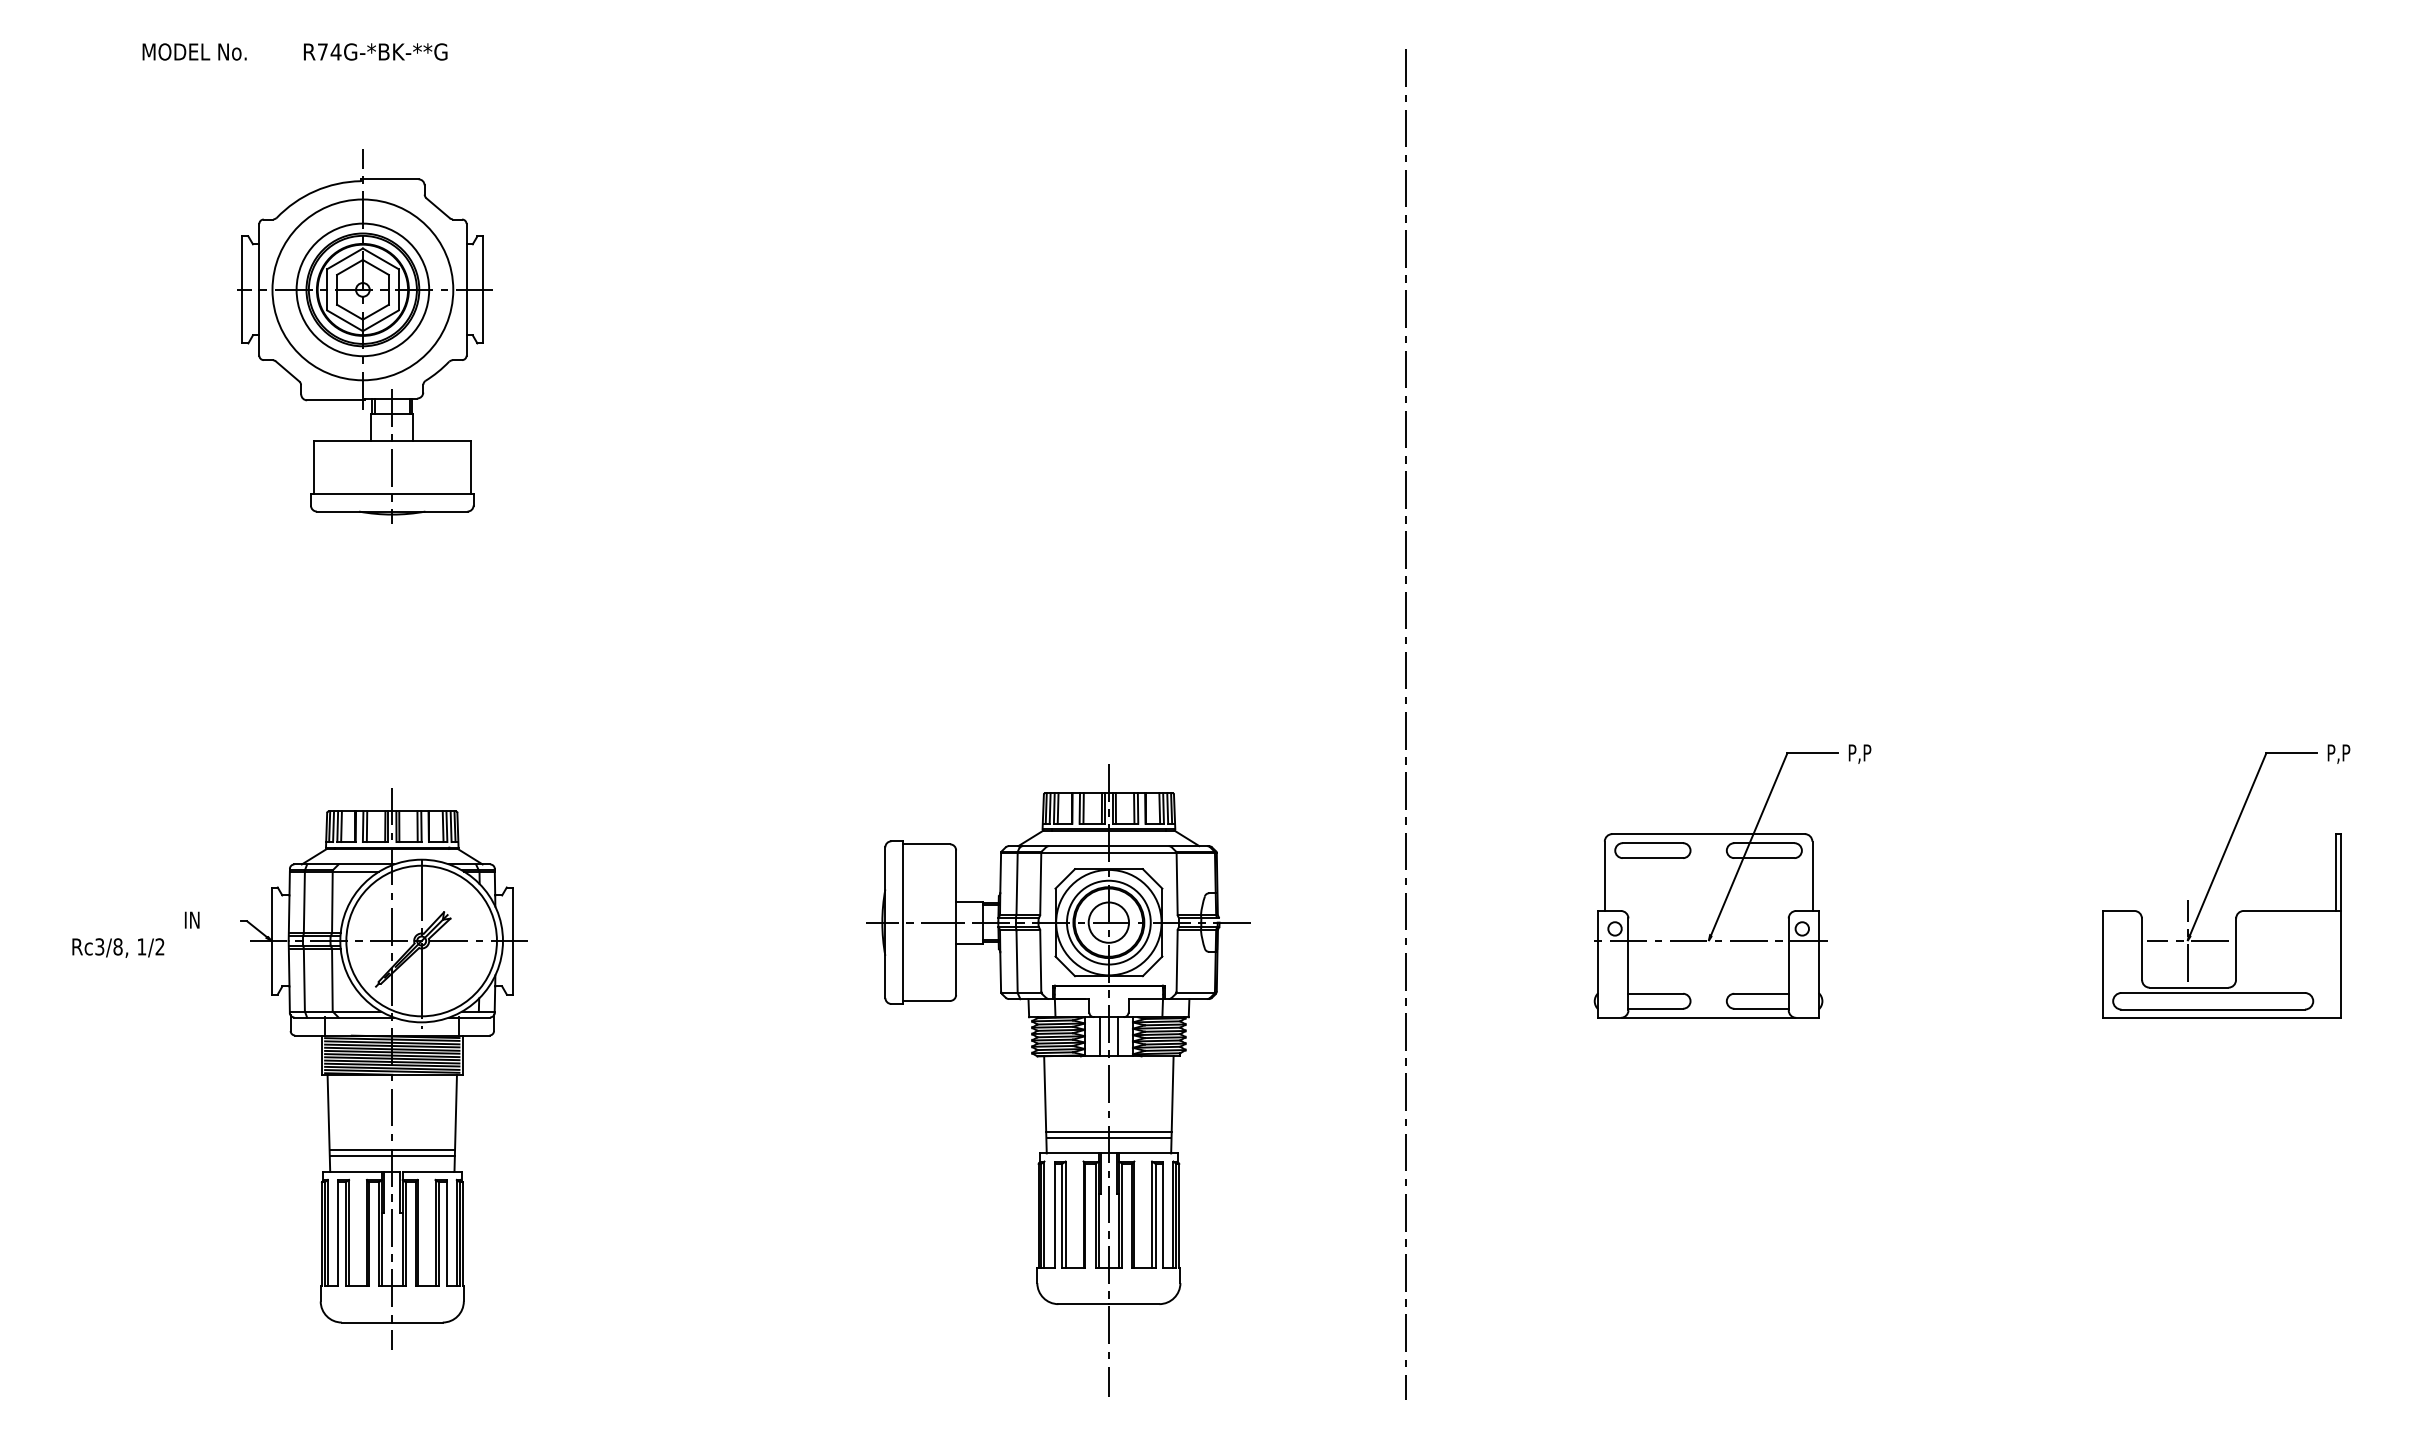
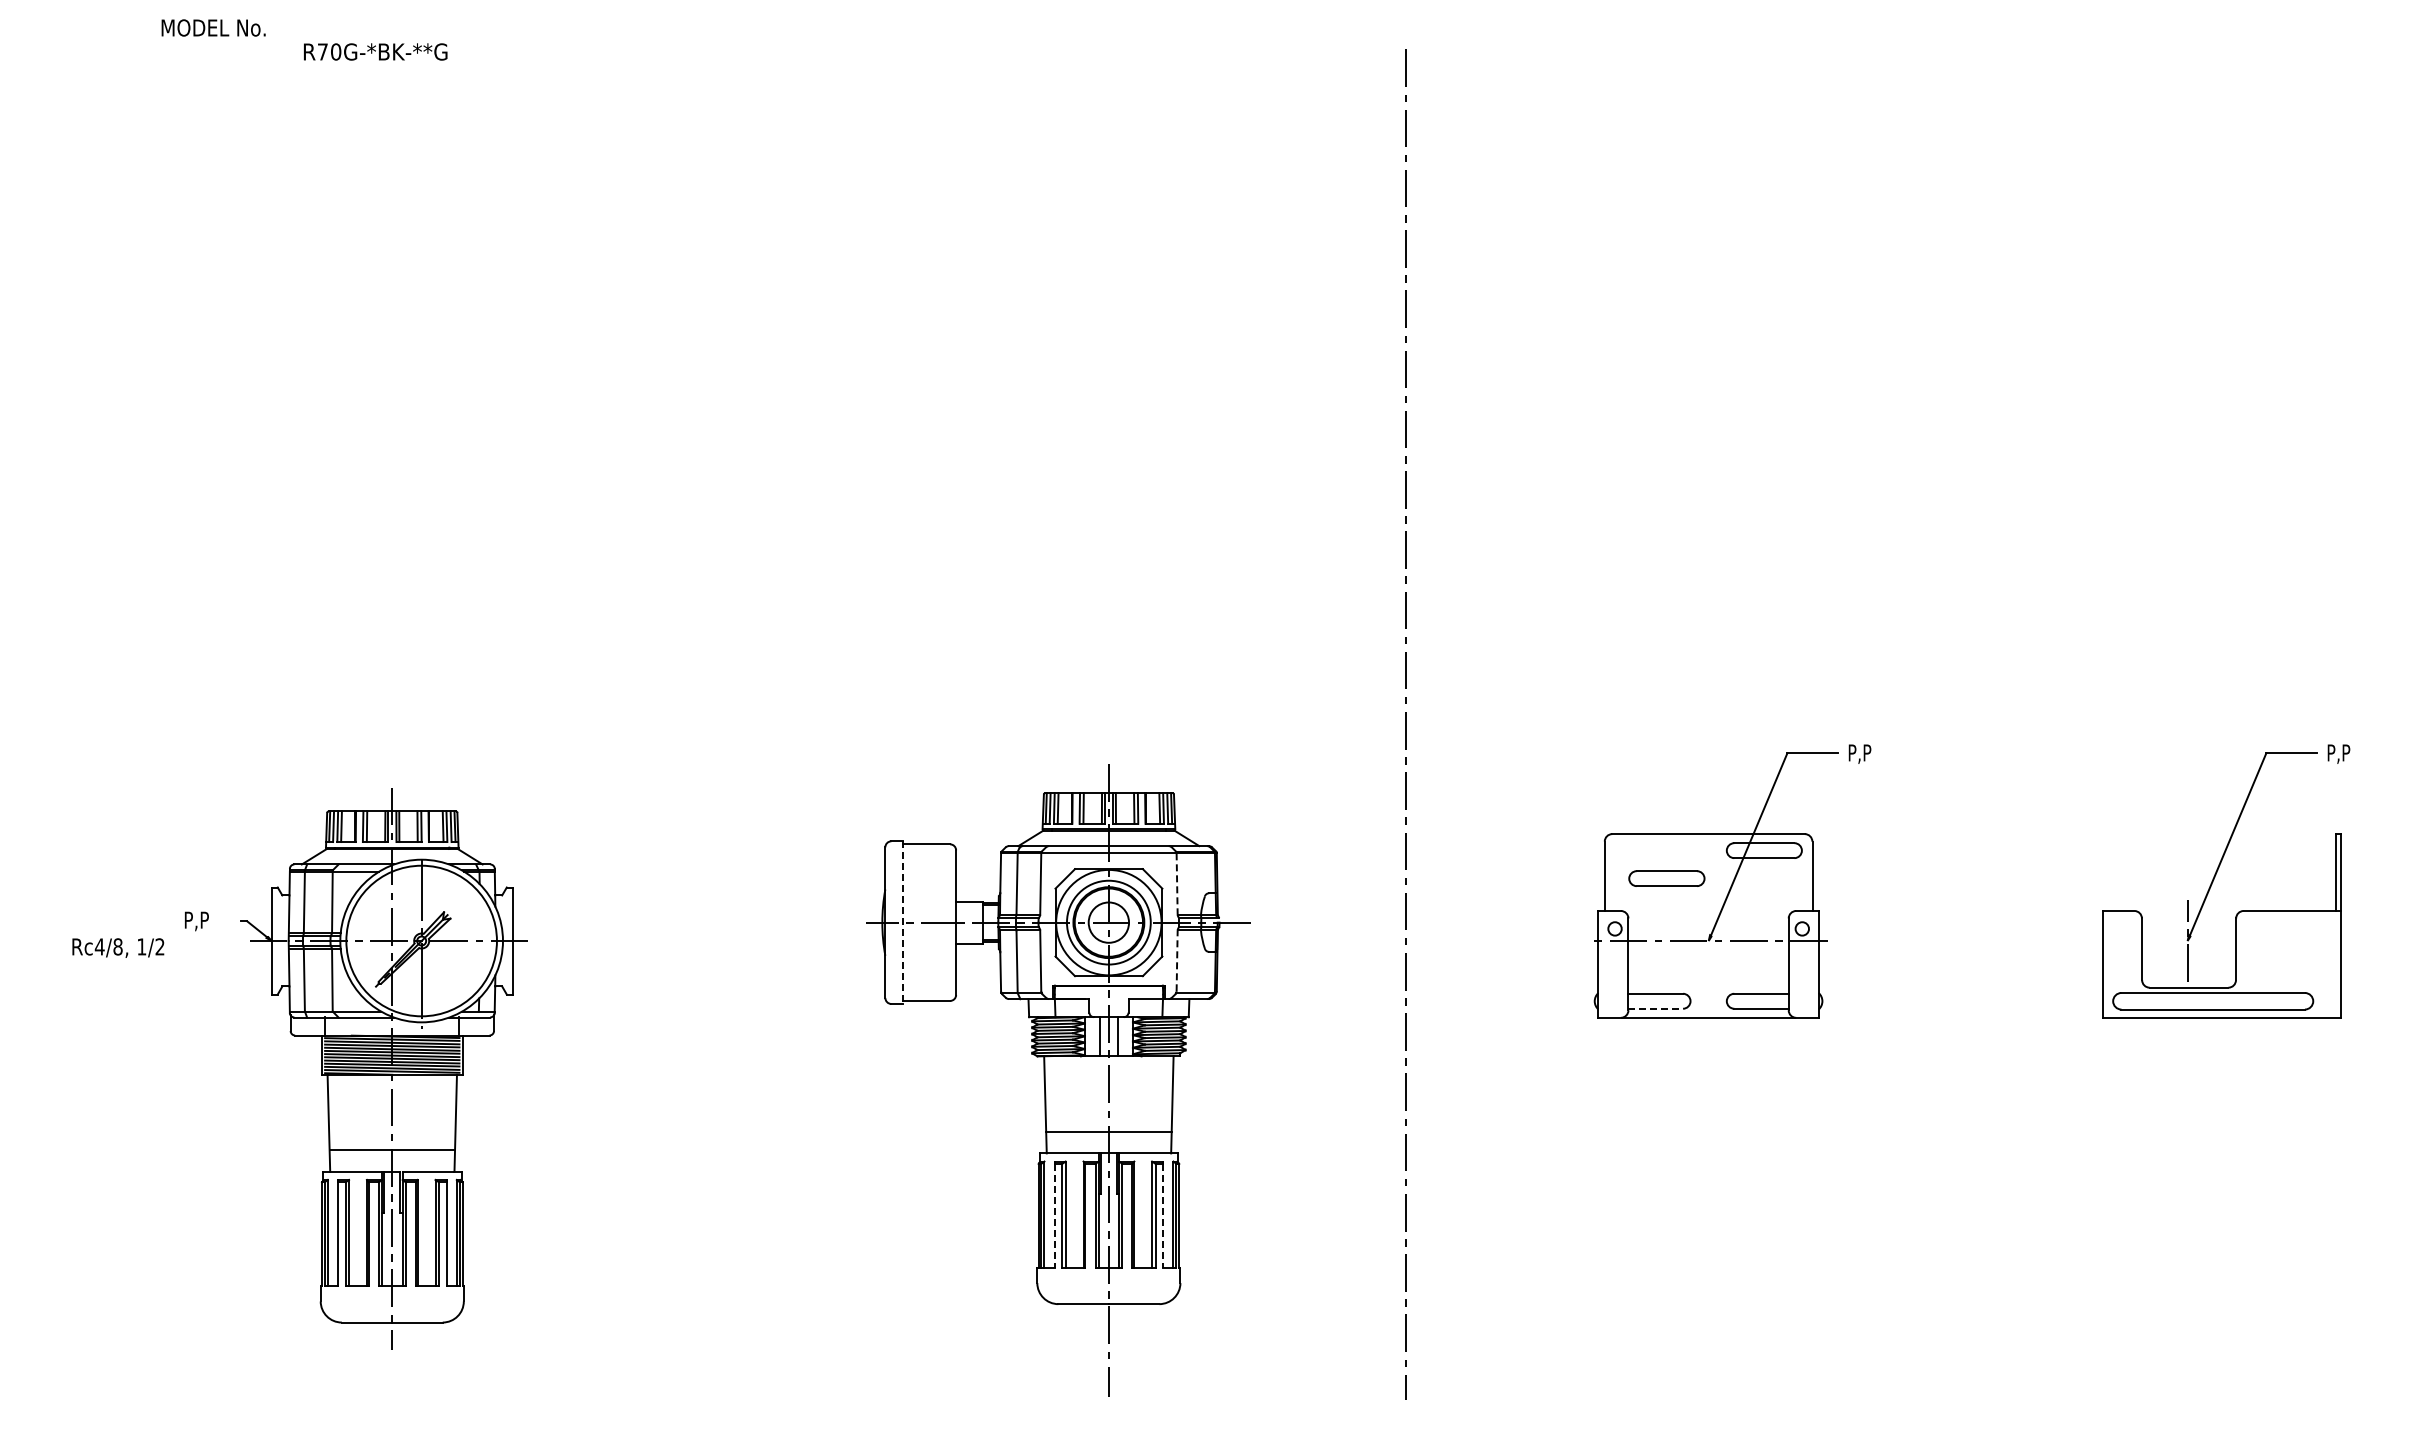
text at (194, 51) position: (194, 51) -> (213, 27)
text at (335, 51): R74G-*BK-**G -> R70G-*BK-**G
part at (364, 336): present -> none
part at (1652, 850) position: (1652, 850) -> (1666, 878)
line at (1177, 884): solid -> dashed
text at (197, 921): IN -> P,P
line at (903, 923): solid -> dashed
line at (2187, 941): present -> none
text at (99, 946): Rc3/8, -> Rc4/8,
line at (1177, 960): solid -> dashed
line at (1656, 1008): solid -> dashed
line at (1109, 1138): present -> none
line at (392, 1156): present -> none
line at (1054, 1215): solid -> dashed
line at (1163, 1215): solid -> dashed
